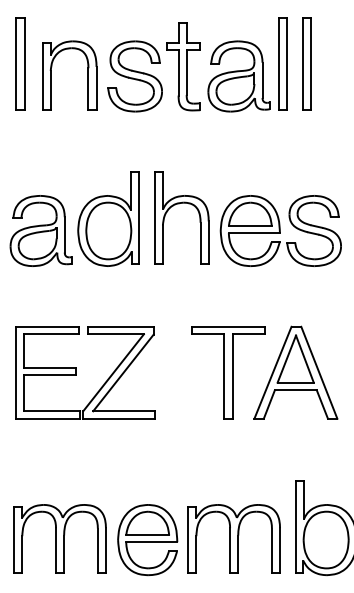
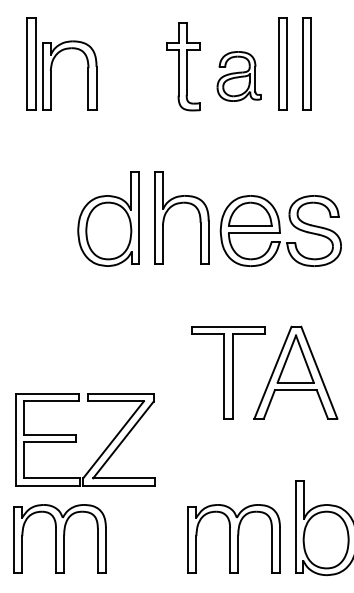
part at (20, 63) position: (20, 63) -> (31, 63)
part at (134, 76): present -> none
part at (238, 76) size: 64x73 px -> 46x51 px
part at (40, 230): present -> none
part at (76, 372) position: (76, 372) -> (76, 439)
part at (147, 540): present -> none
